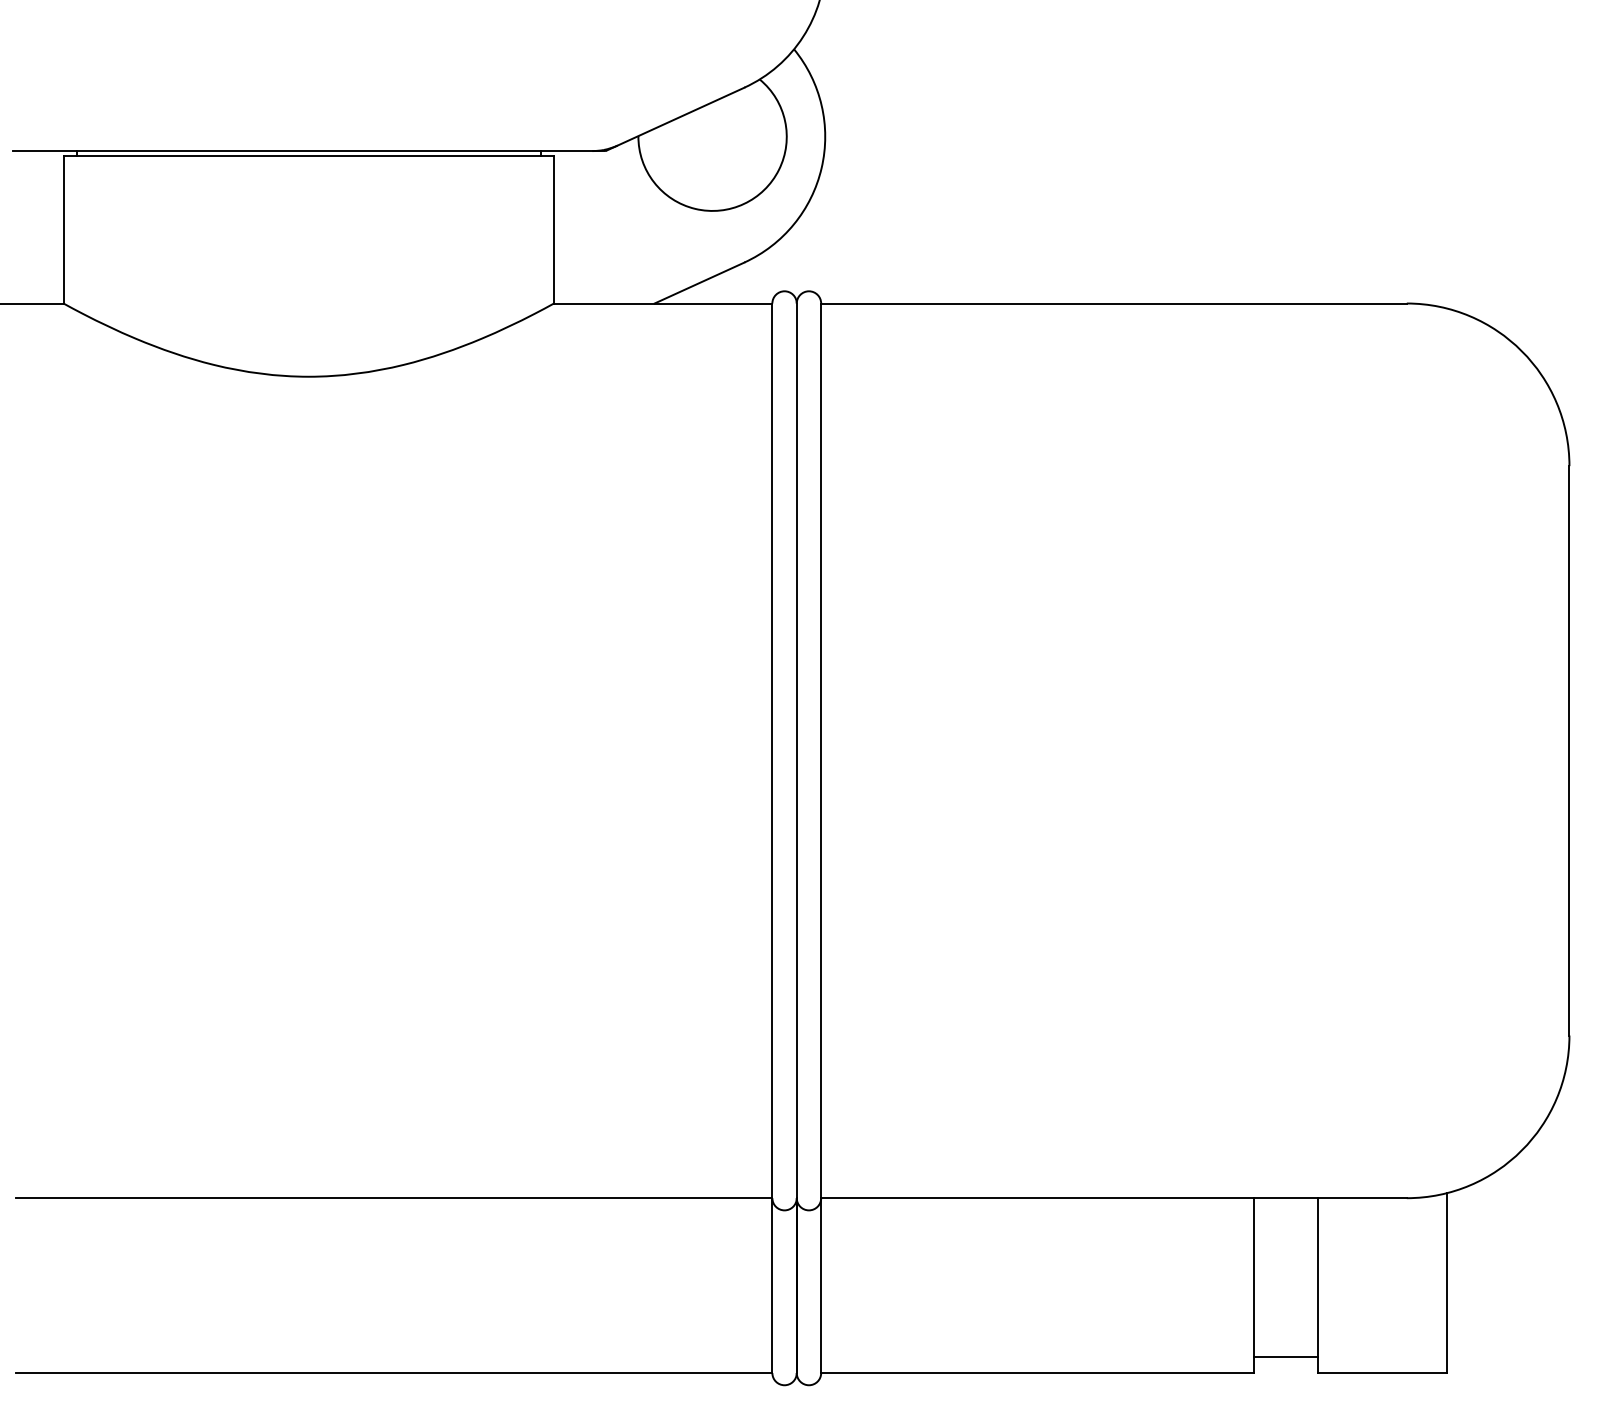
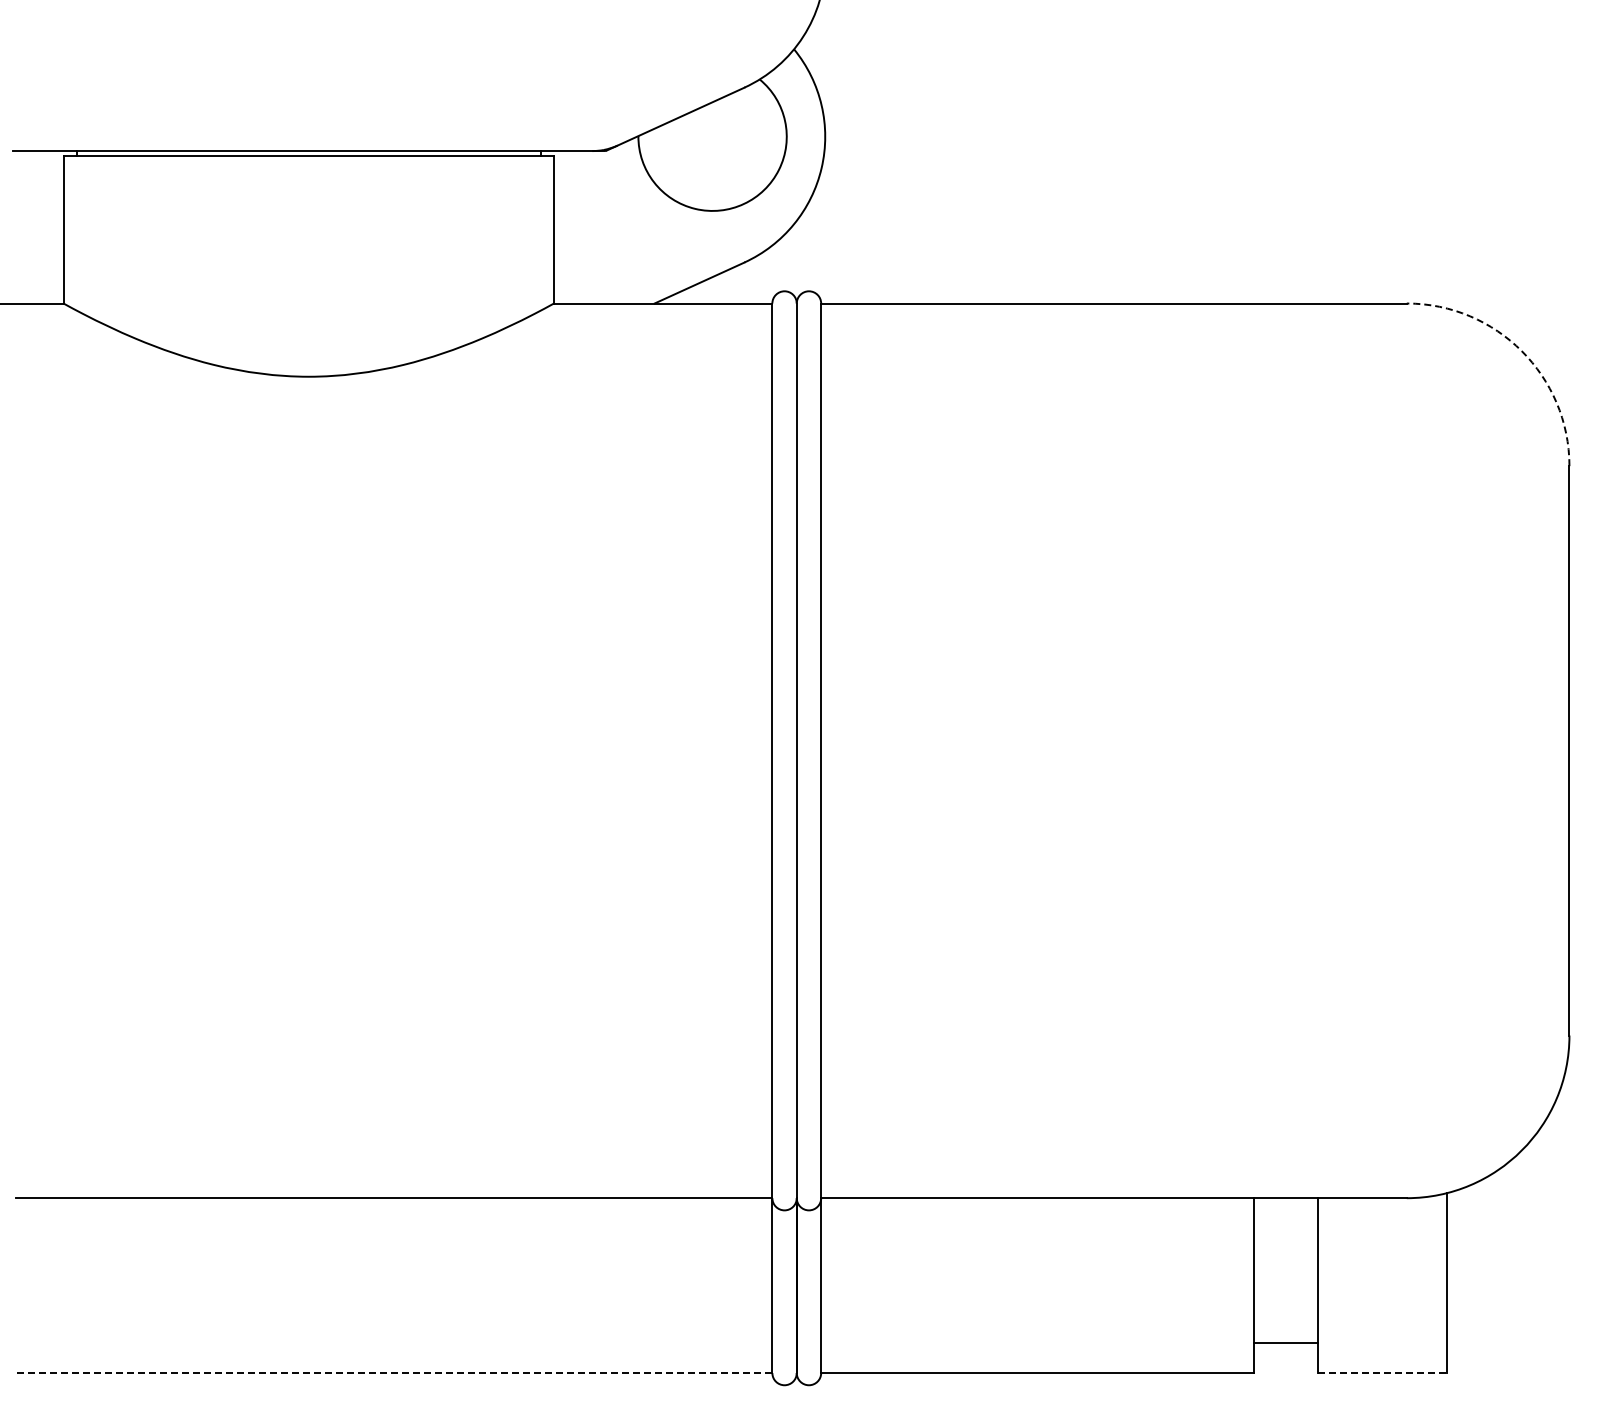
arc at (1521, 351): solid -> dashed
line at (1285, 1356) position: (1285, 1356) -> (1285, 1342)
line at (393, 1373): solid -> dashed
line at (1382, 1373): solid -> dashed
